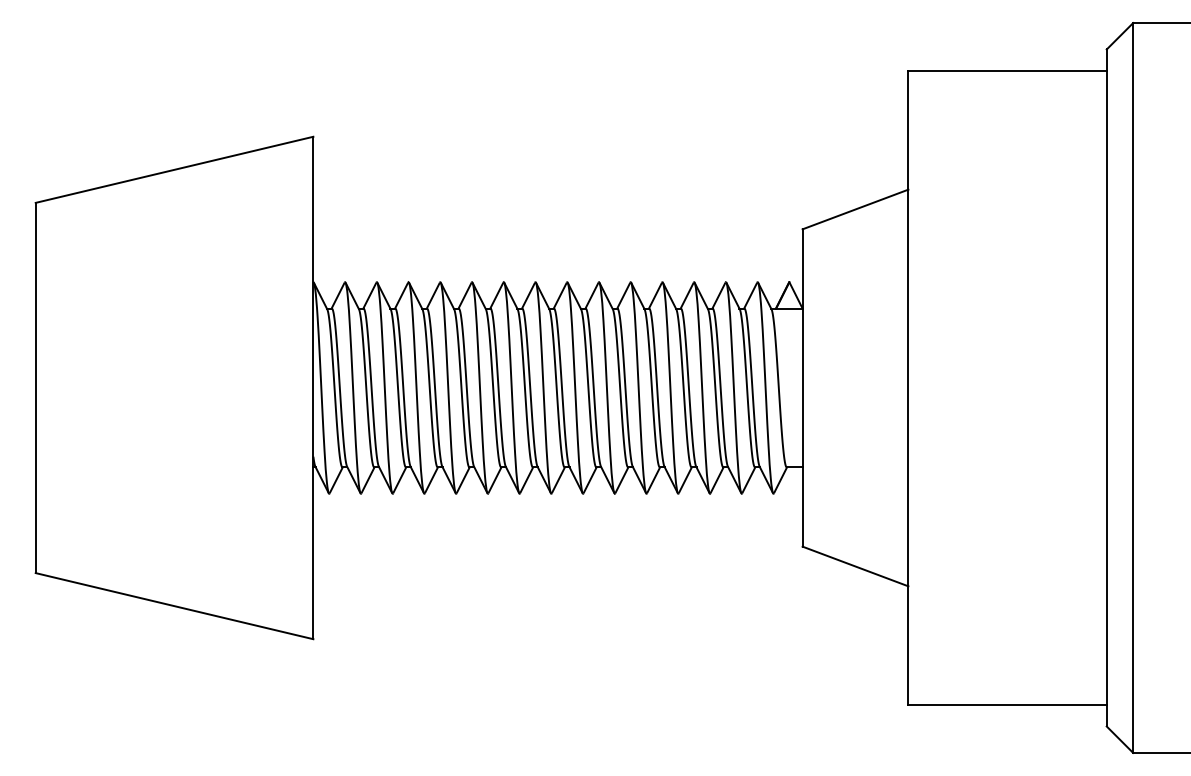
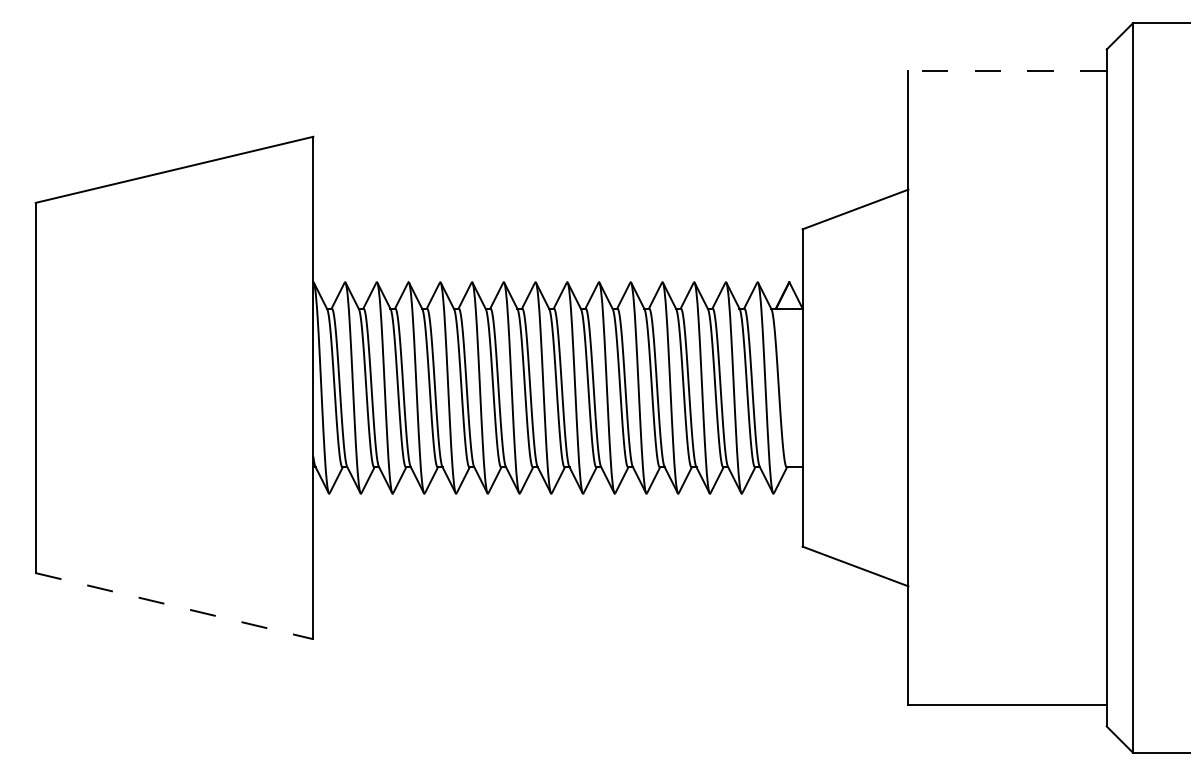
line at (1007, 70): solid -> dashed
line at (174, 606): solid -> dashed
